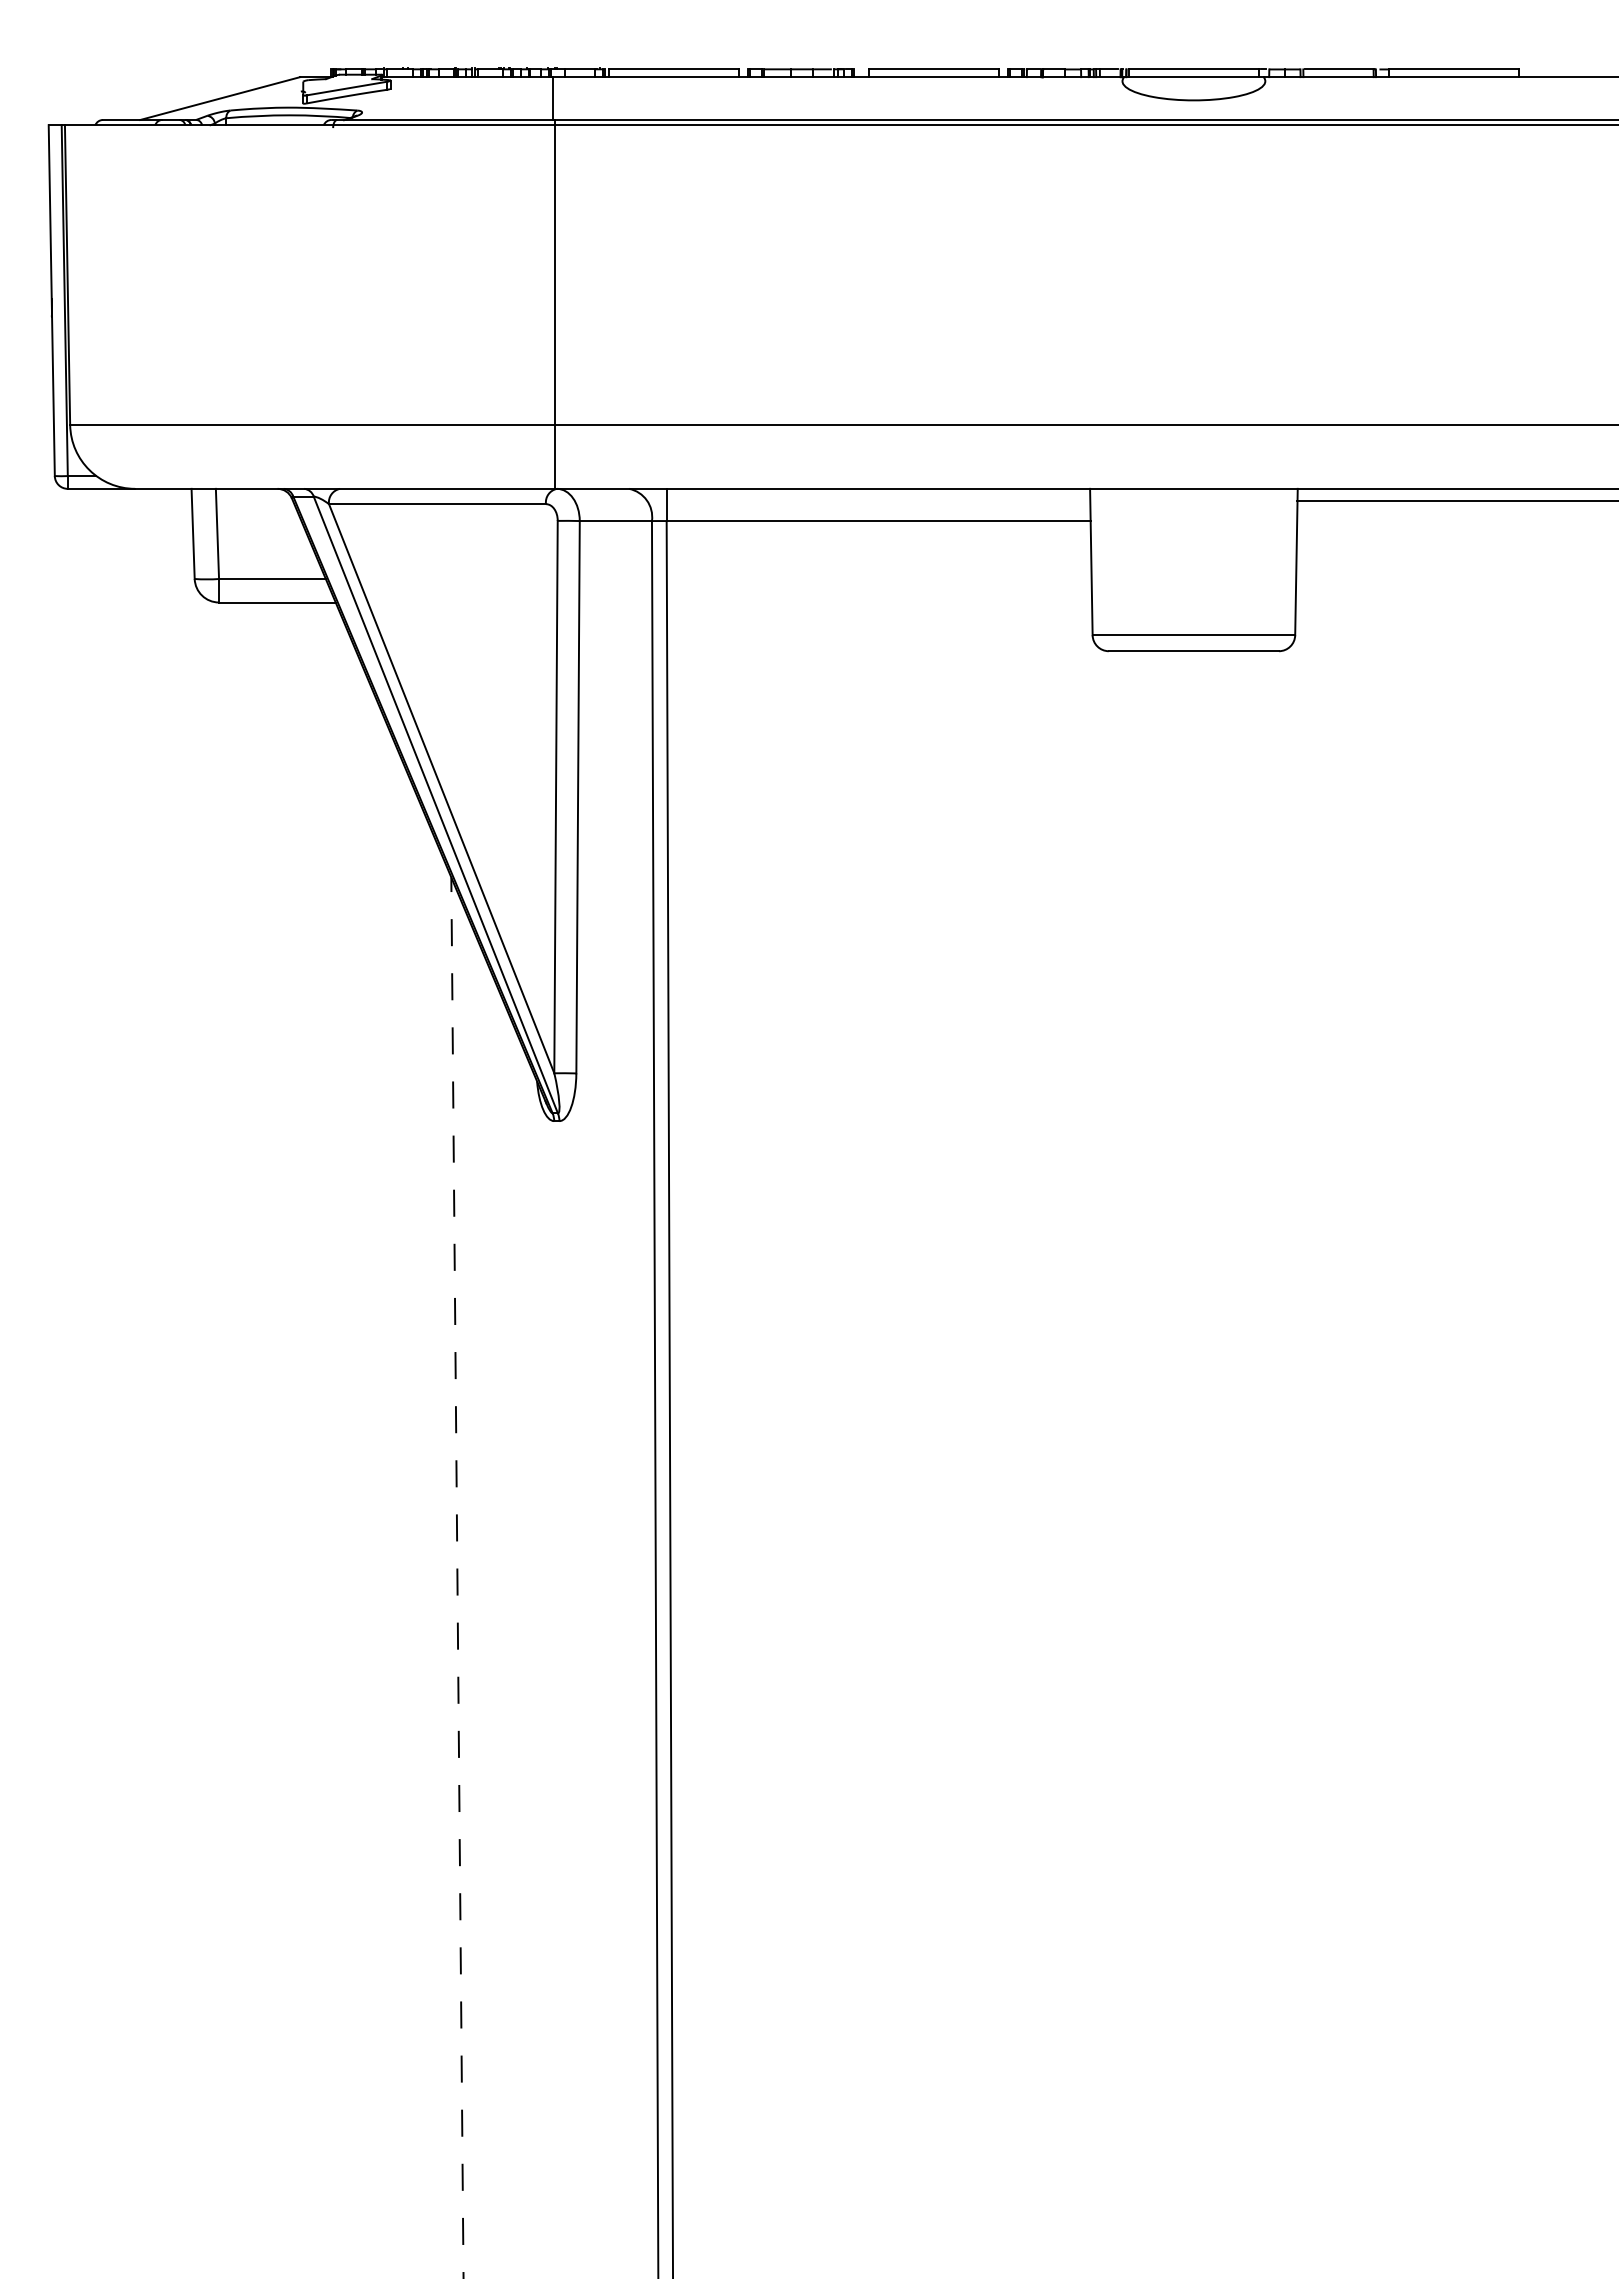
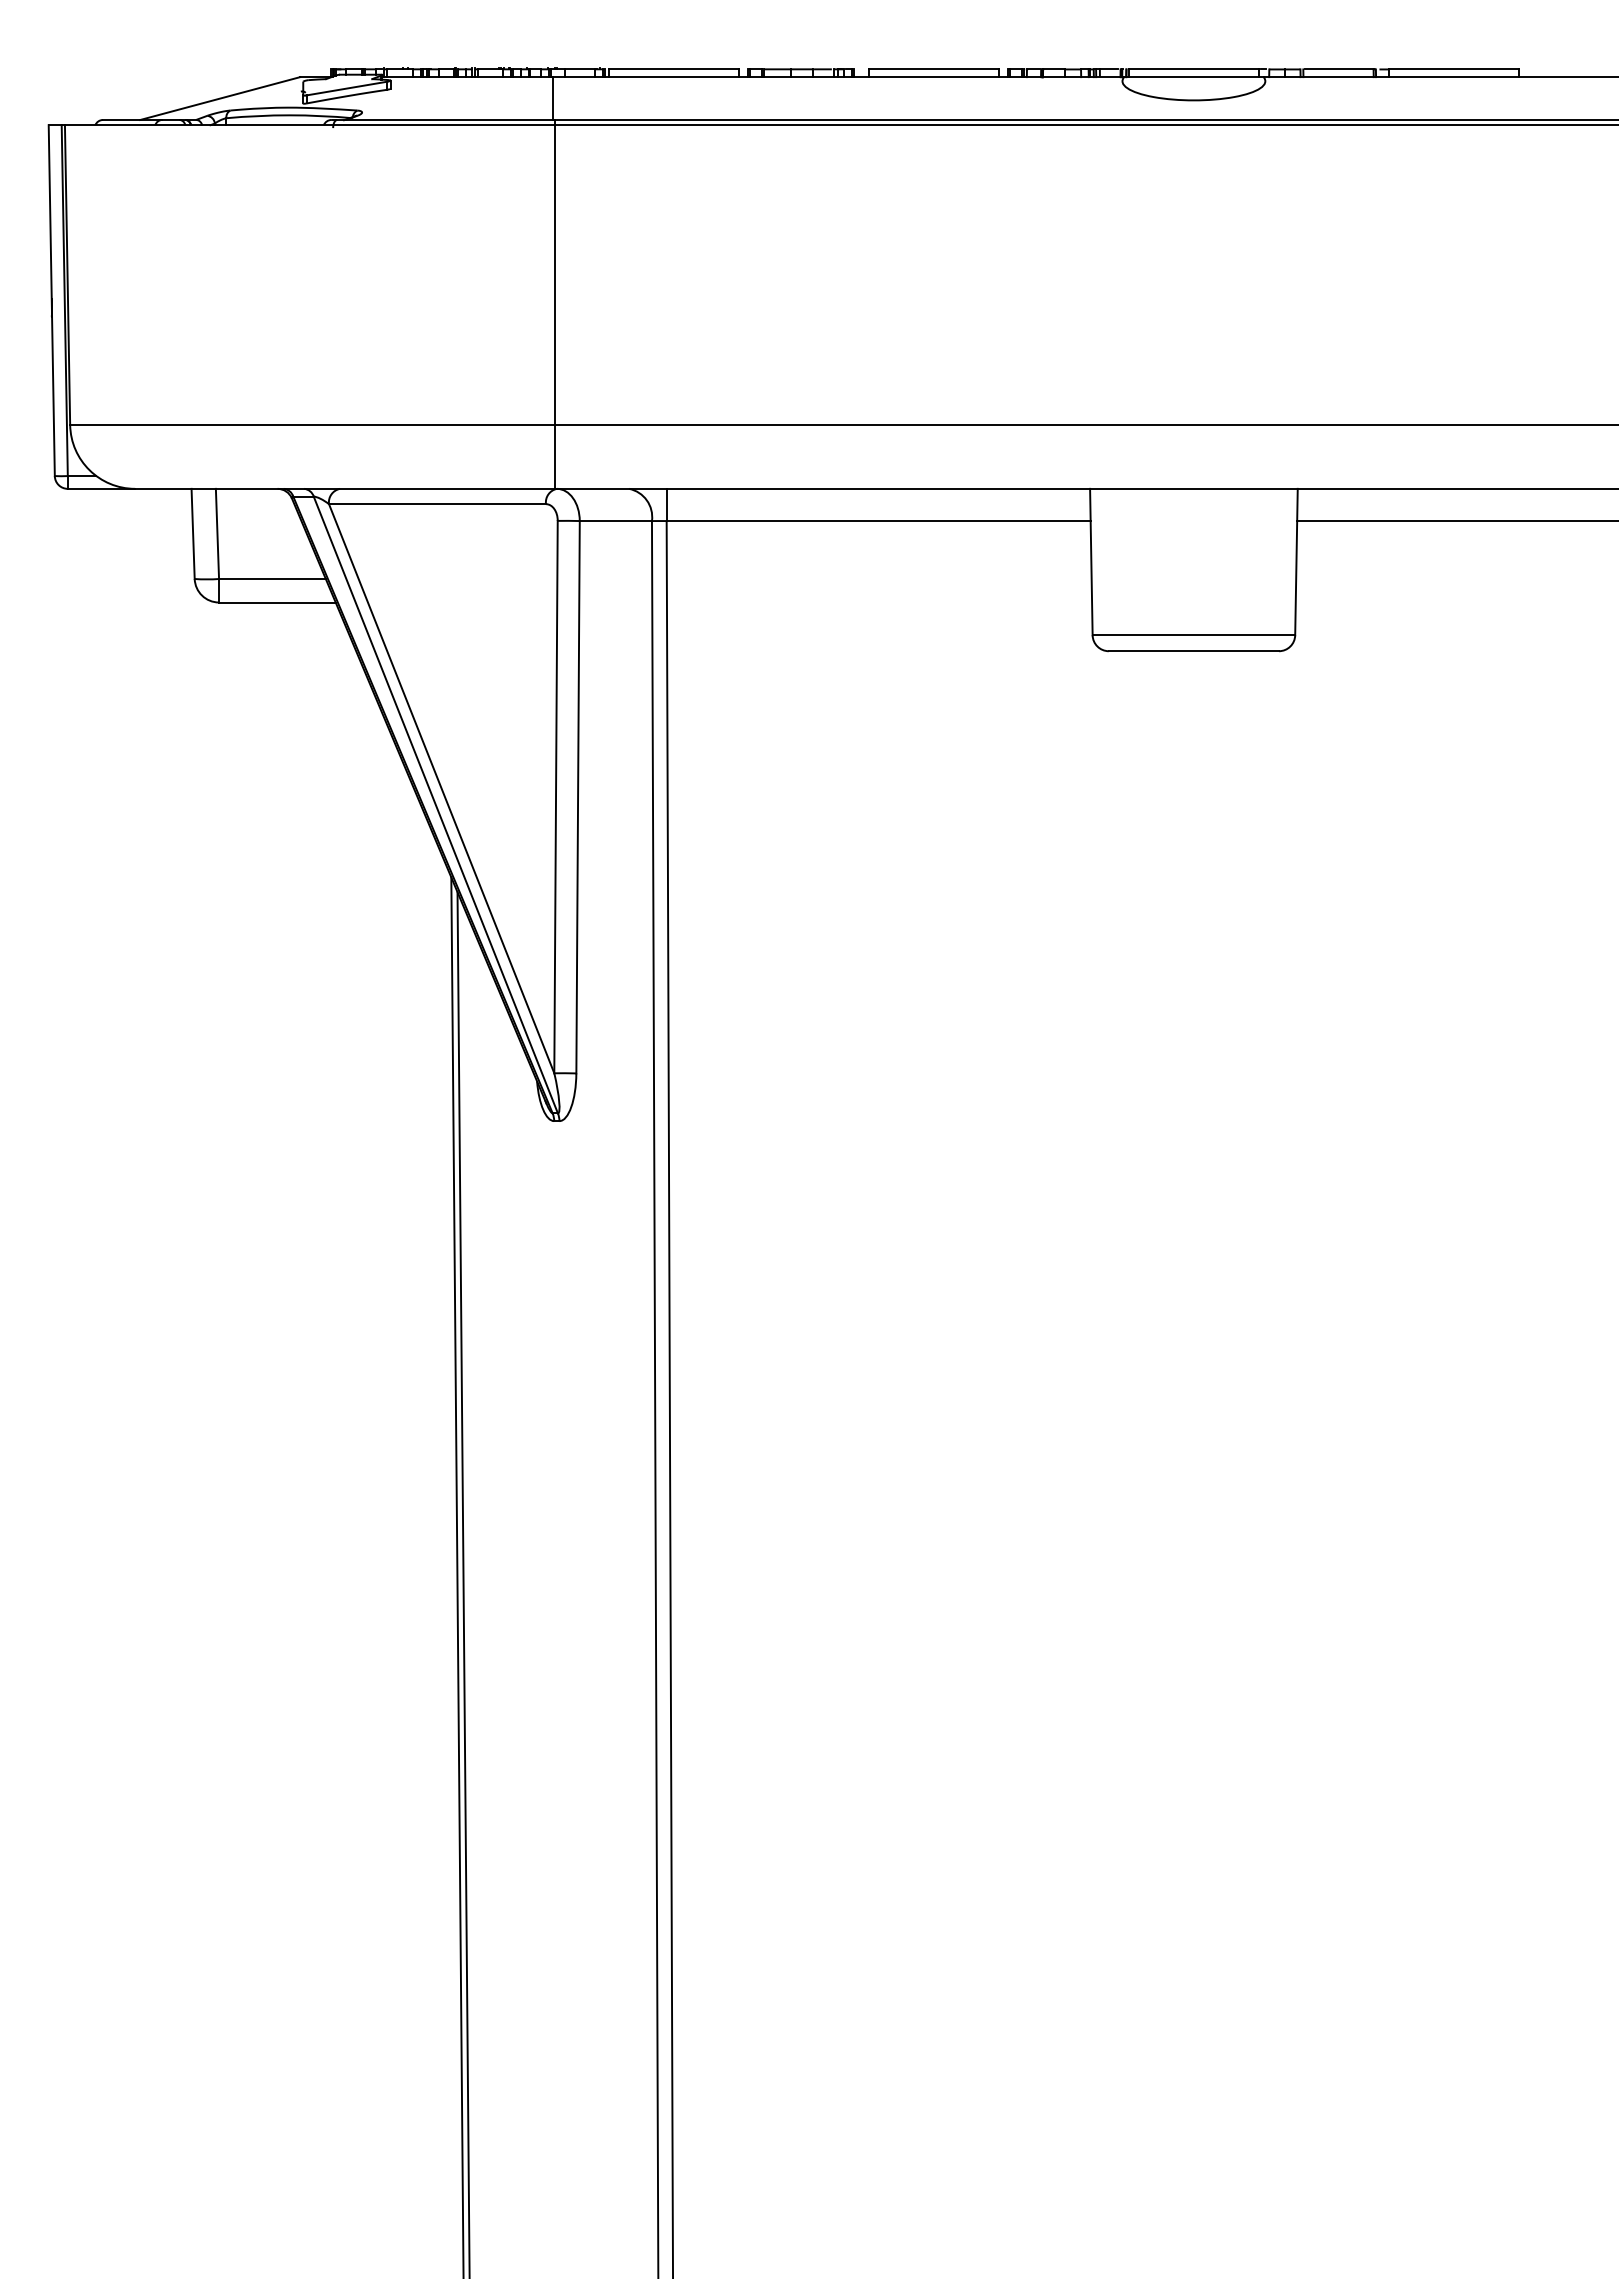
line at (1456, 501) position: (1456, 501) -> (1456, 521)
line at (457, 1577): dashed -> solid
line at (463, 1583): none -> present
